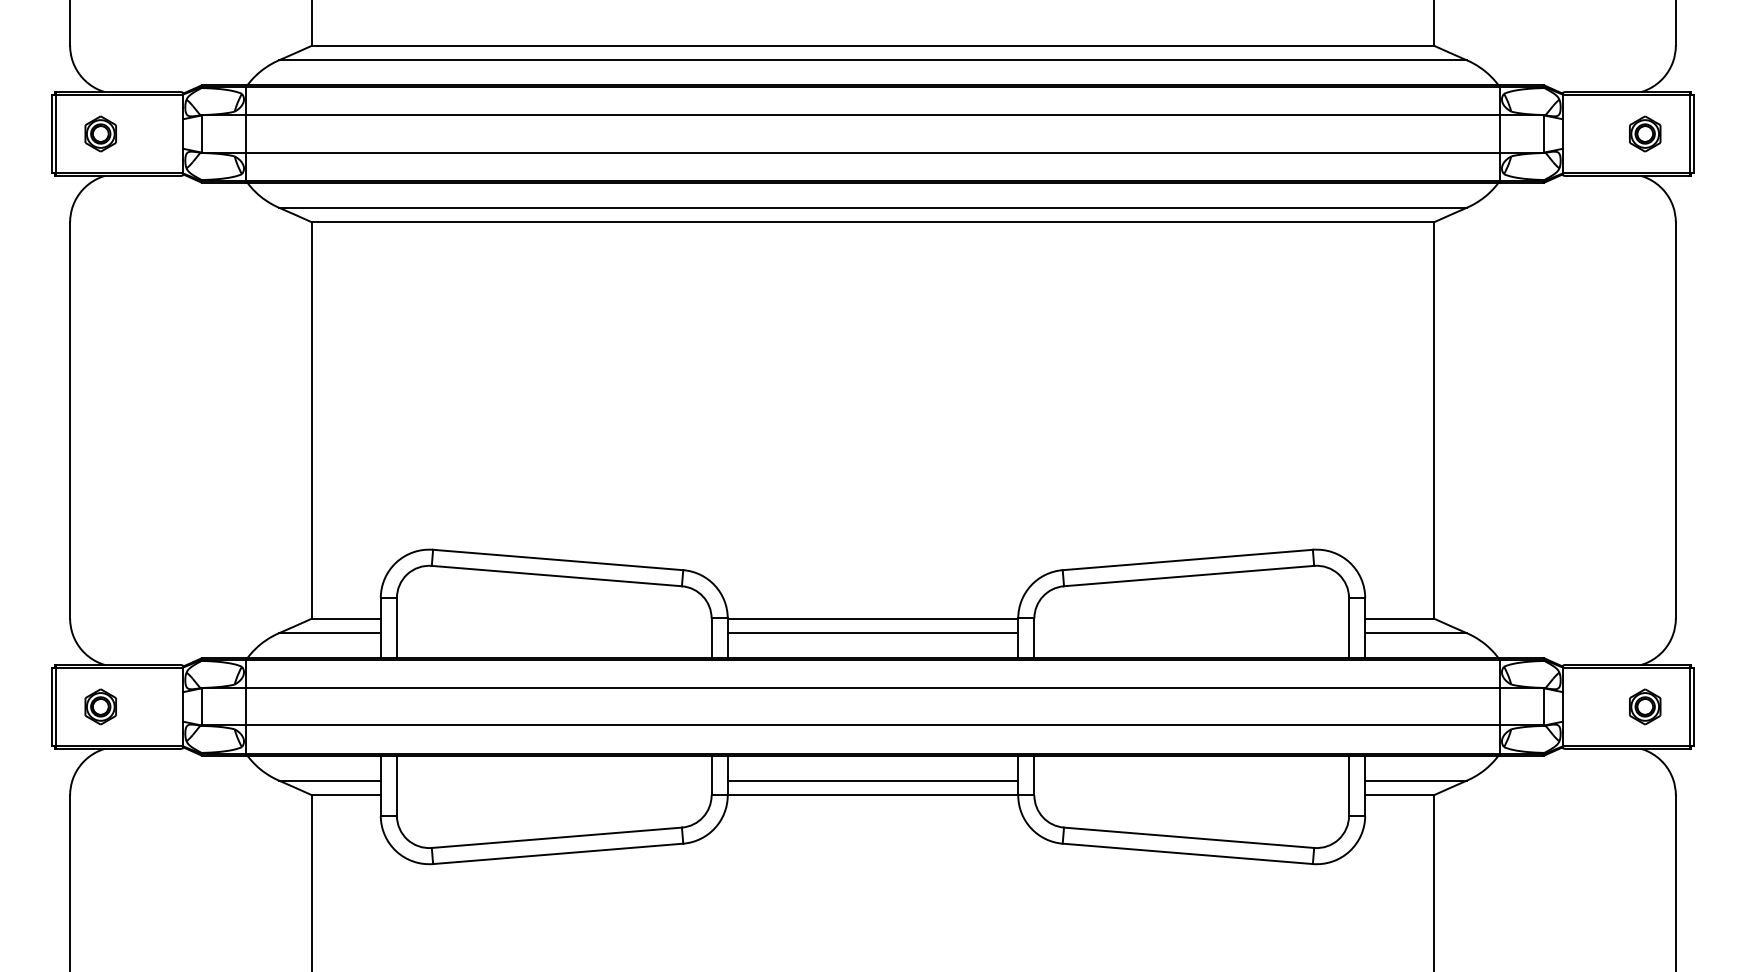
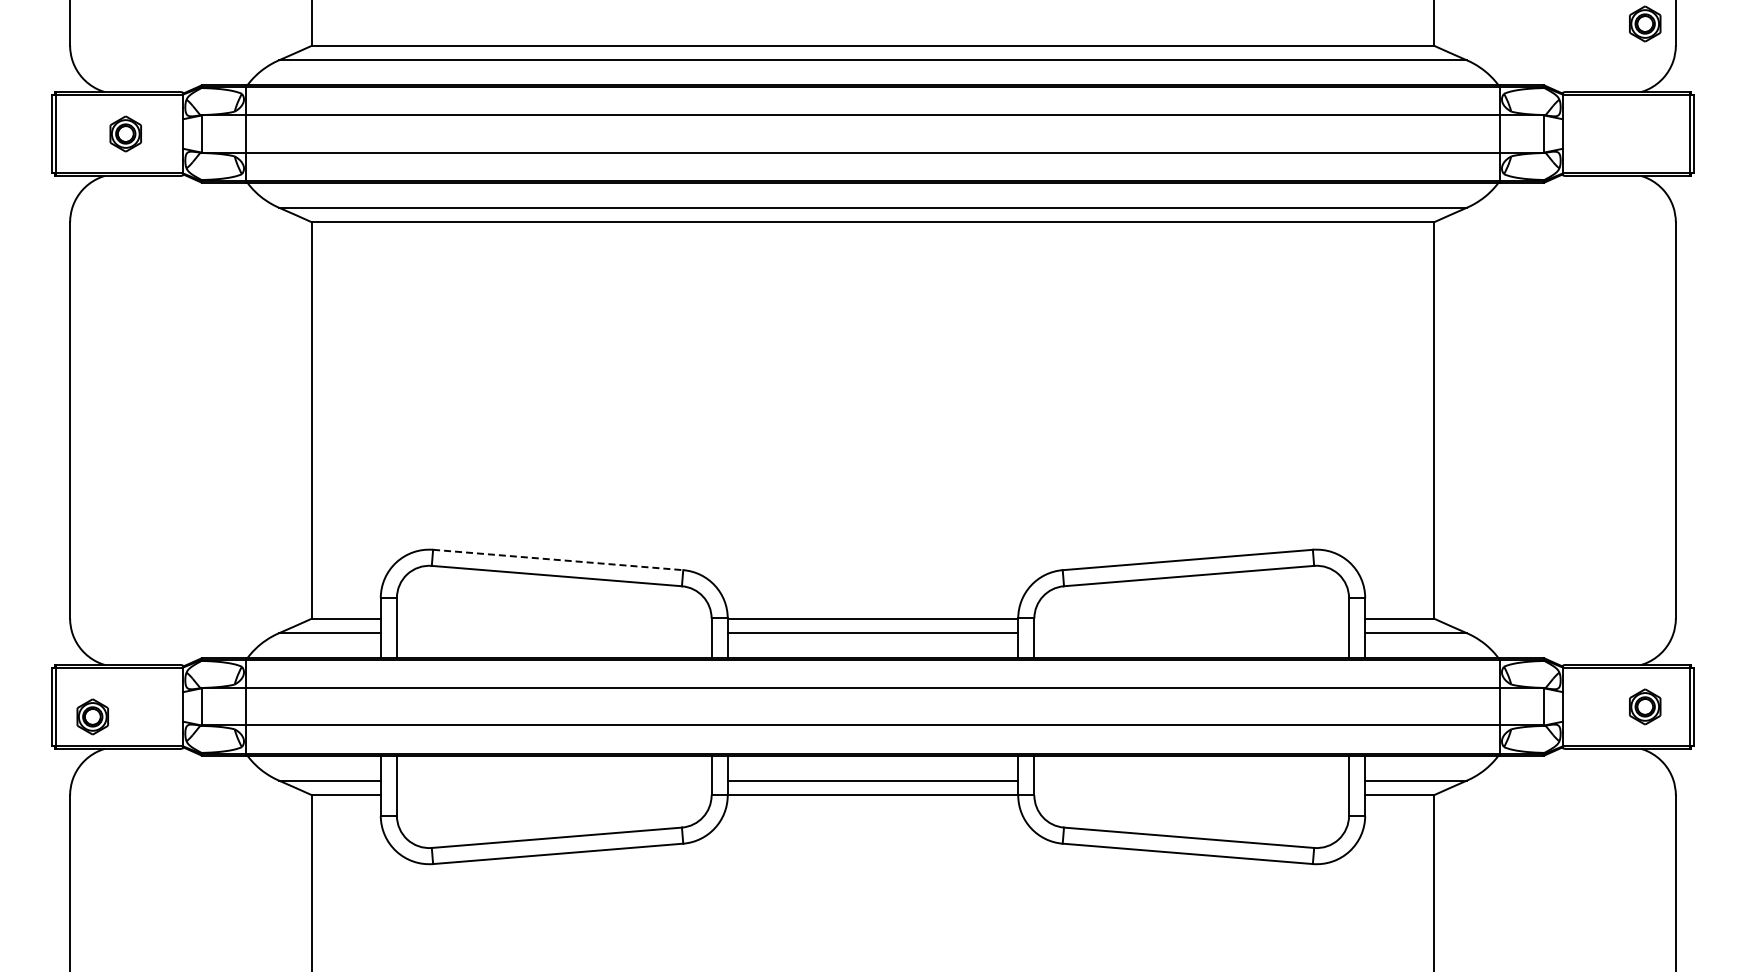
part at (100, 133) position: (100, 133) -> (125, 133)
part at (1645, 133) position: (1645, 133) -> (1645, 23)
line at (558, 560): solid -> dashed
part at (100, 706) position: (100, 706) -> (92, 716)
